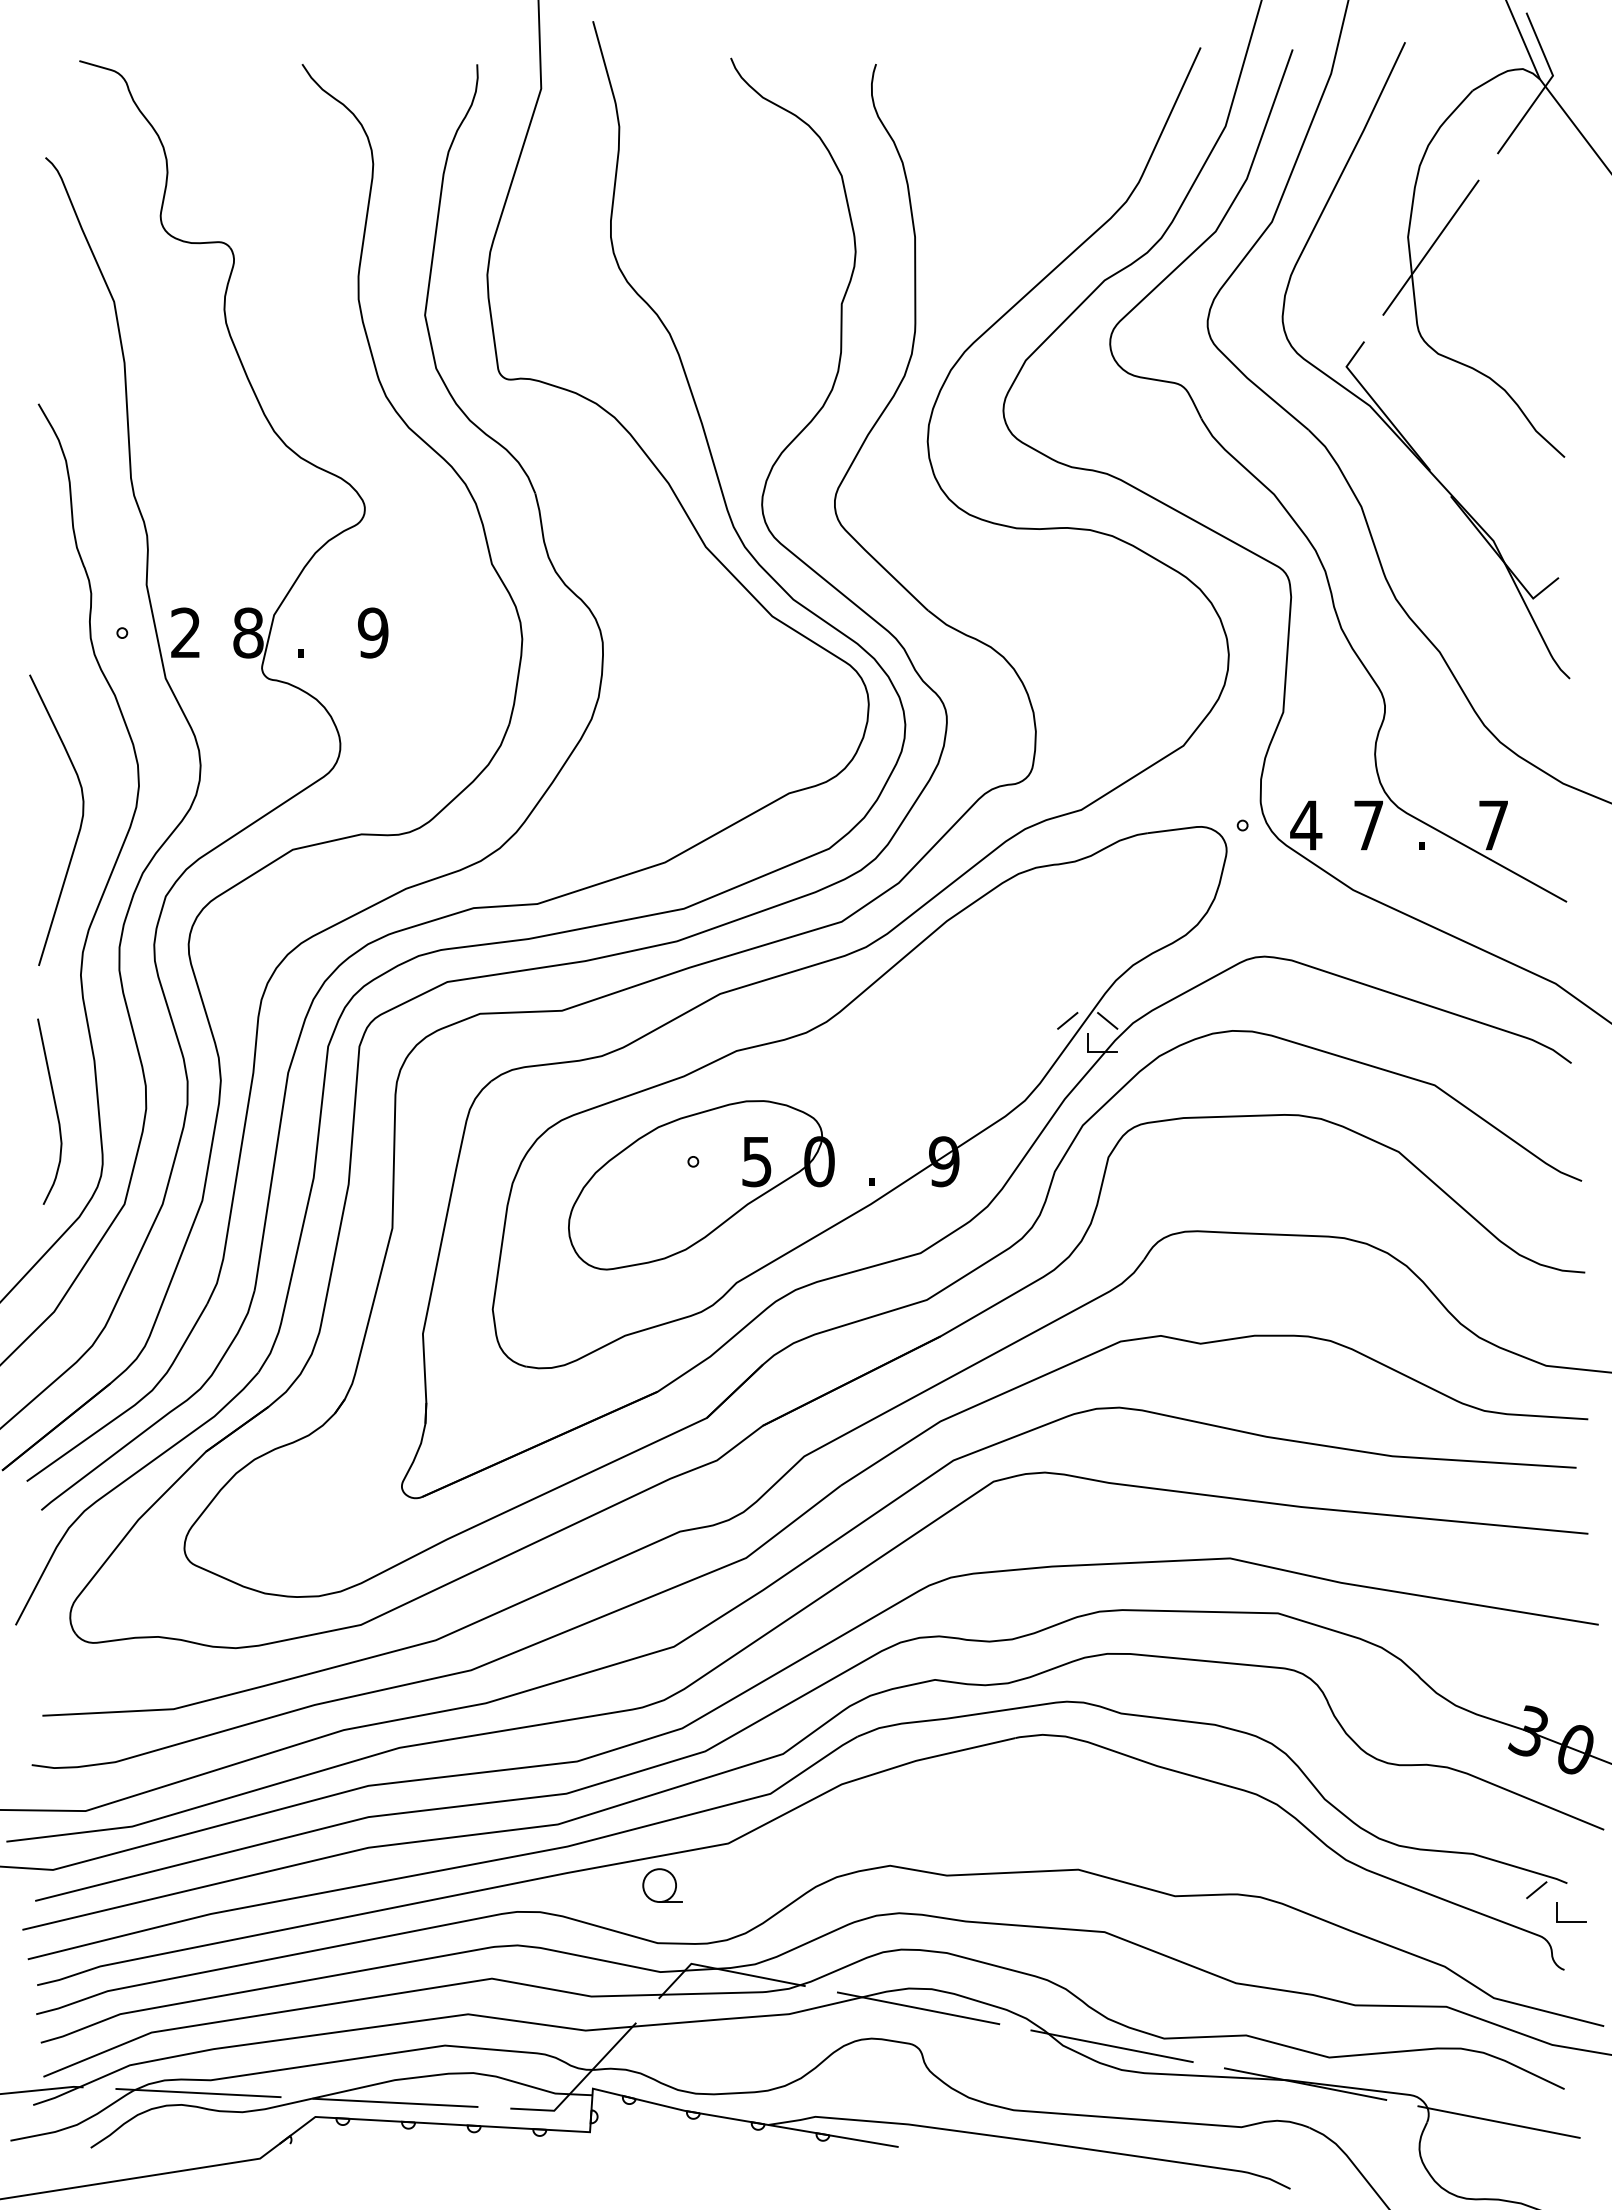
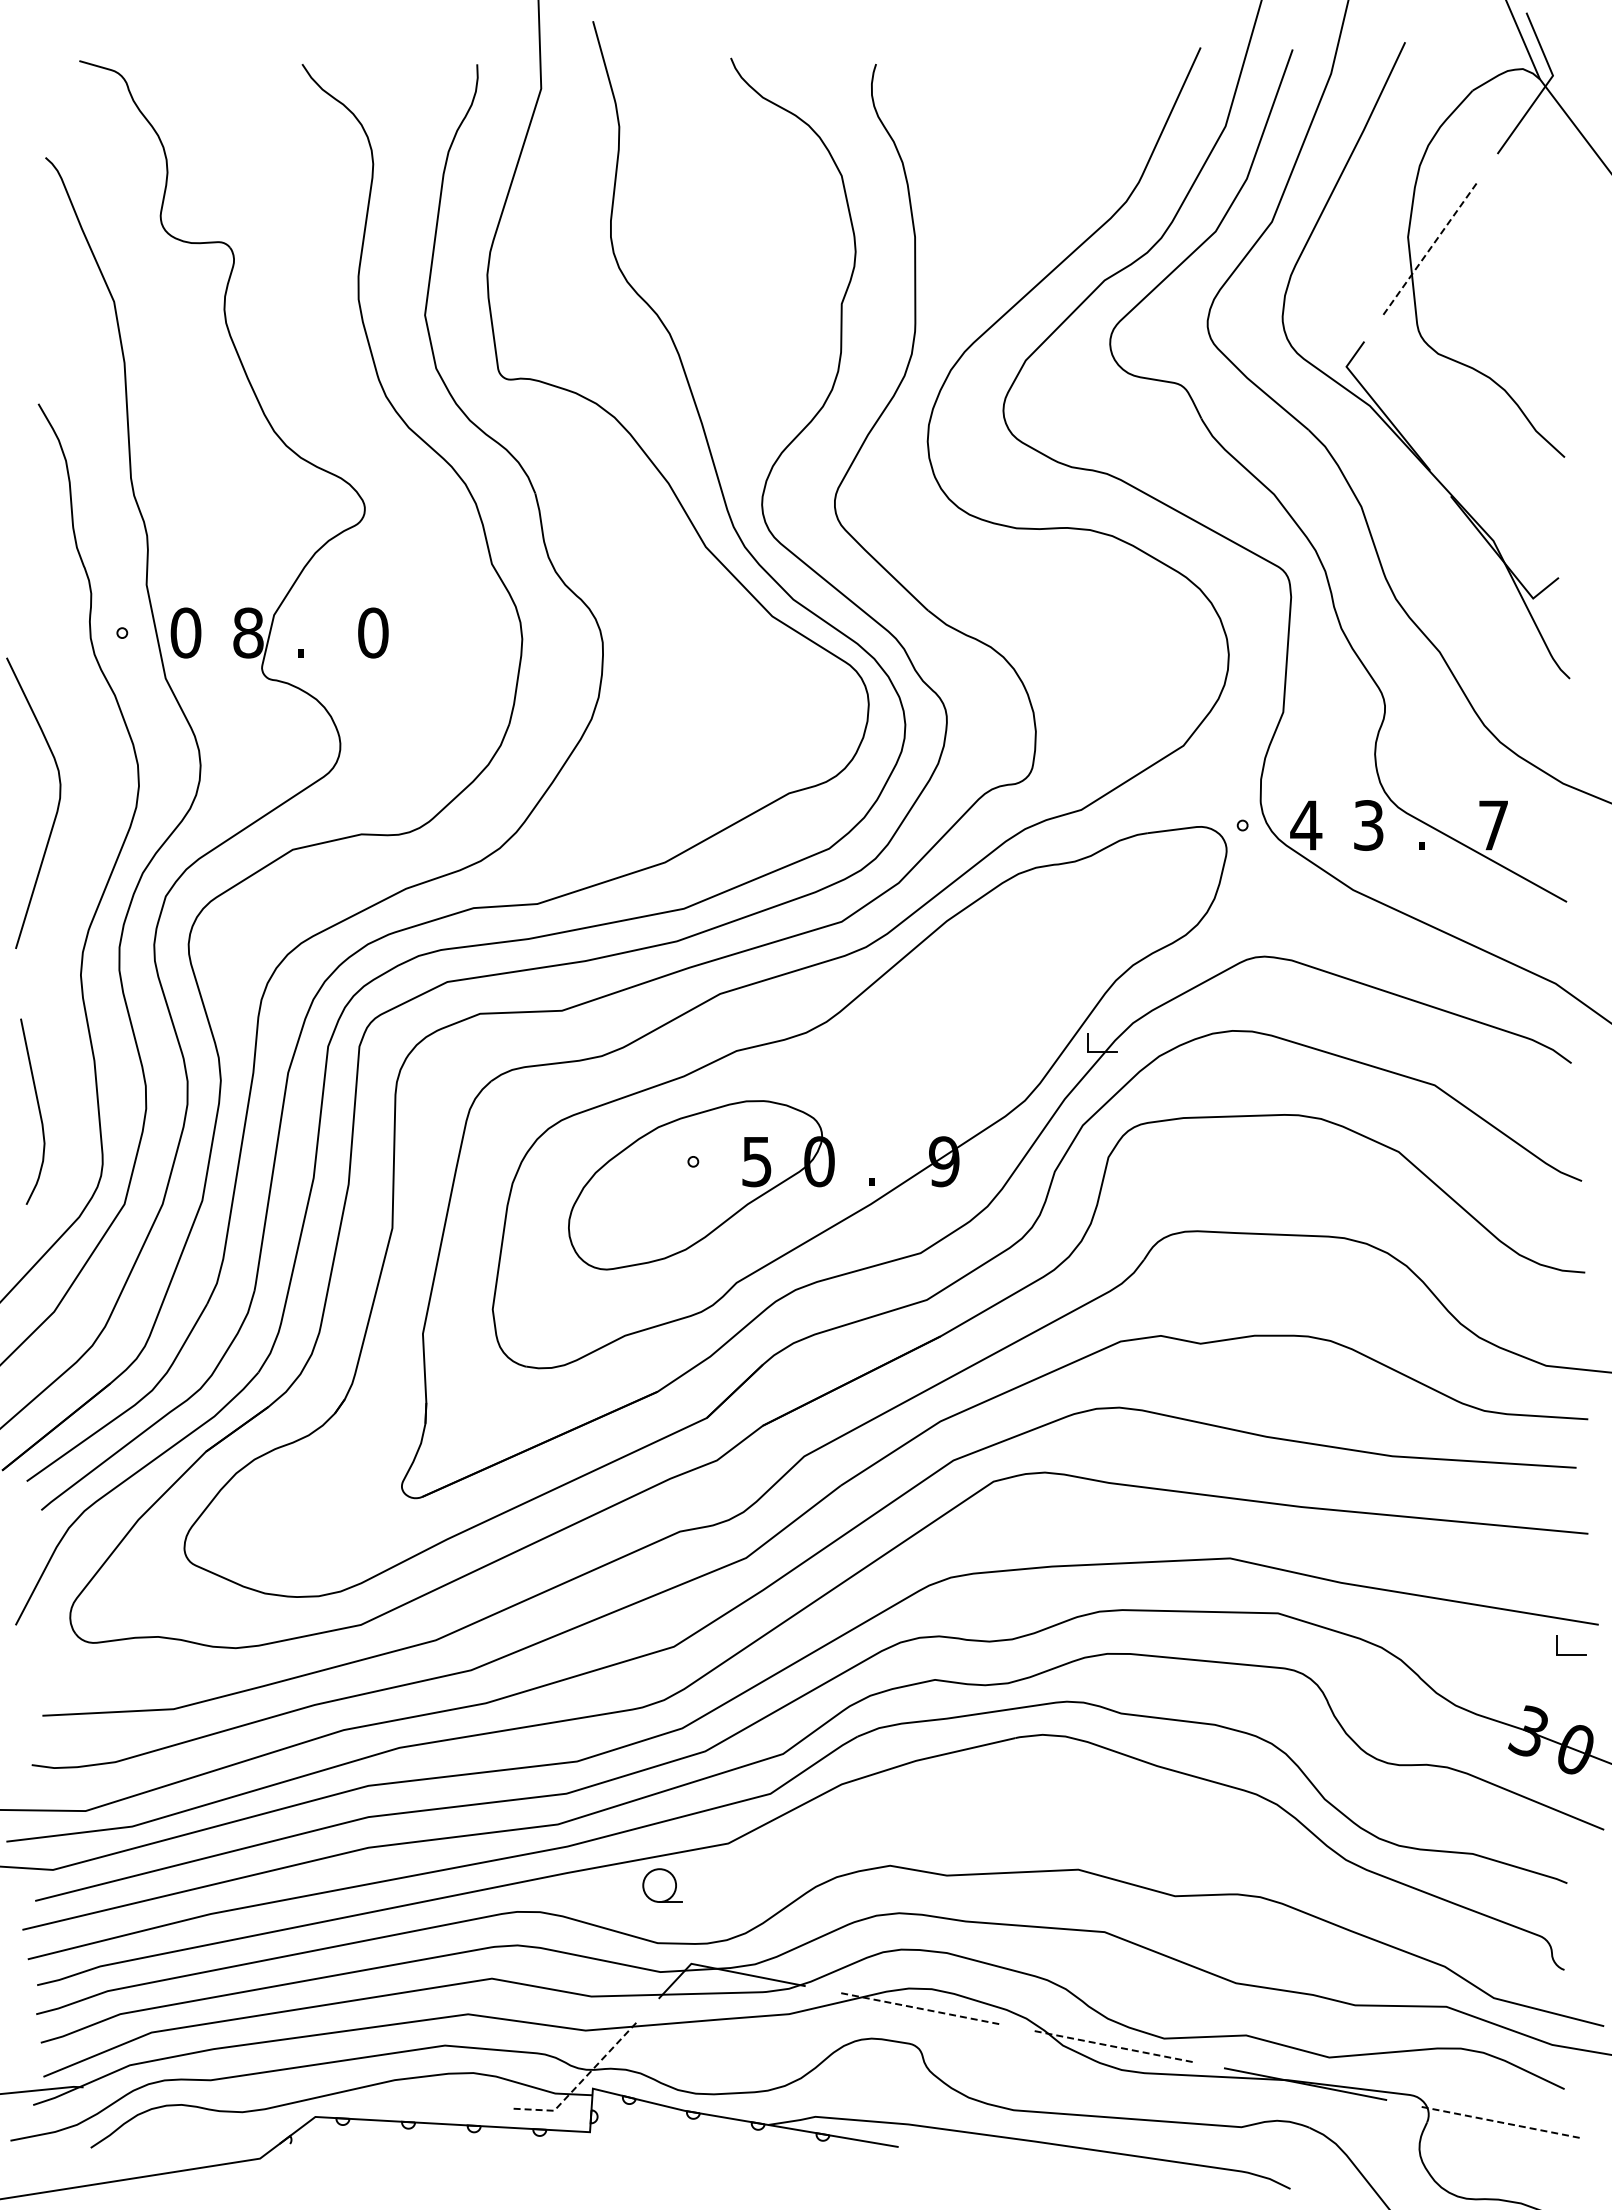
line at (1431, 247): solid -> dashed
text at (185, 632): 2 -> 0
text at (373, 632): 9 -> 0
text at (1368, 825): 7 -> 3
curve at (79, 826) position: (79, 826) -> (56, 809)
line at (1067, 1020): present -> none
line at (1107, 1020): present -> none
curve at (55, 1111) position: (55, 1111) -> (38, 1111)
line at (1536, 1890): present -> none
part at (1571, 1921) position: (1571, 1921) -> (1571, 1654)
line at (918, 2008): solid -> dashed
line at (1111, 2046): solid -> dashed
line at (579, 2083): solid -> dashed
line at (198, 2092): present -> none
line at (395, 2102): present -> none
line at (1498, 2121): solid -> dashed
